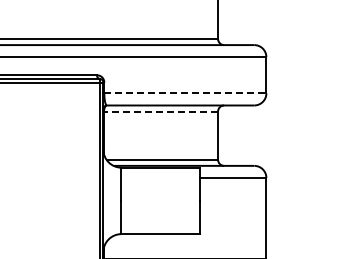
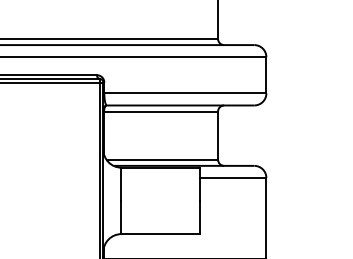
line at (185, 93): dashed -> solid
line at (161, 111): dashed -> solid
